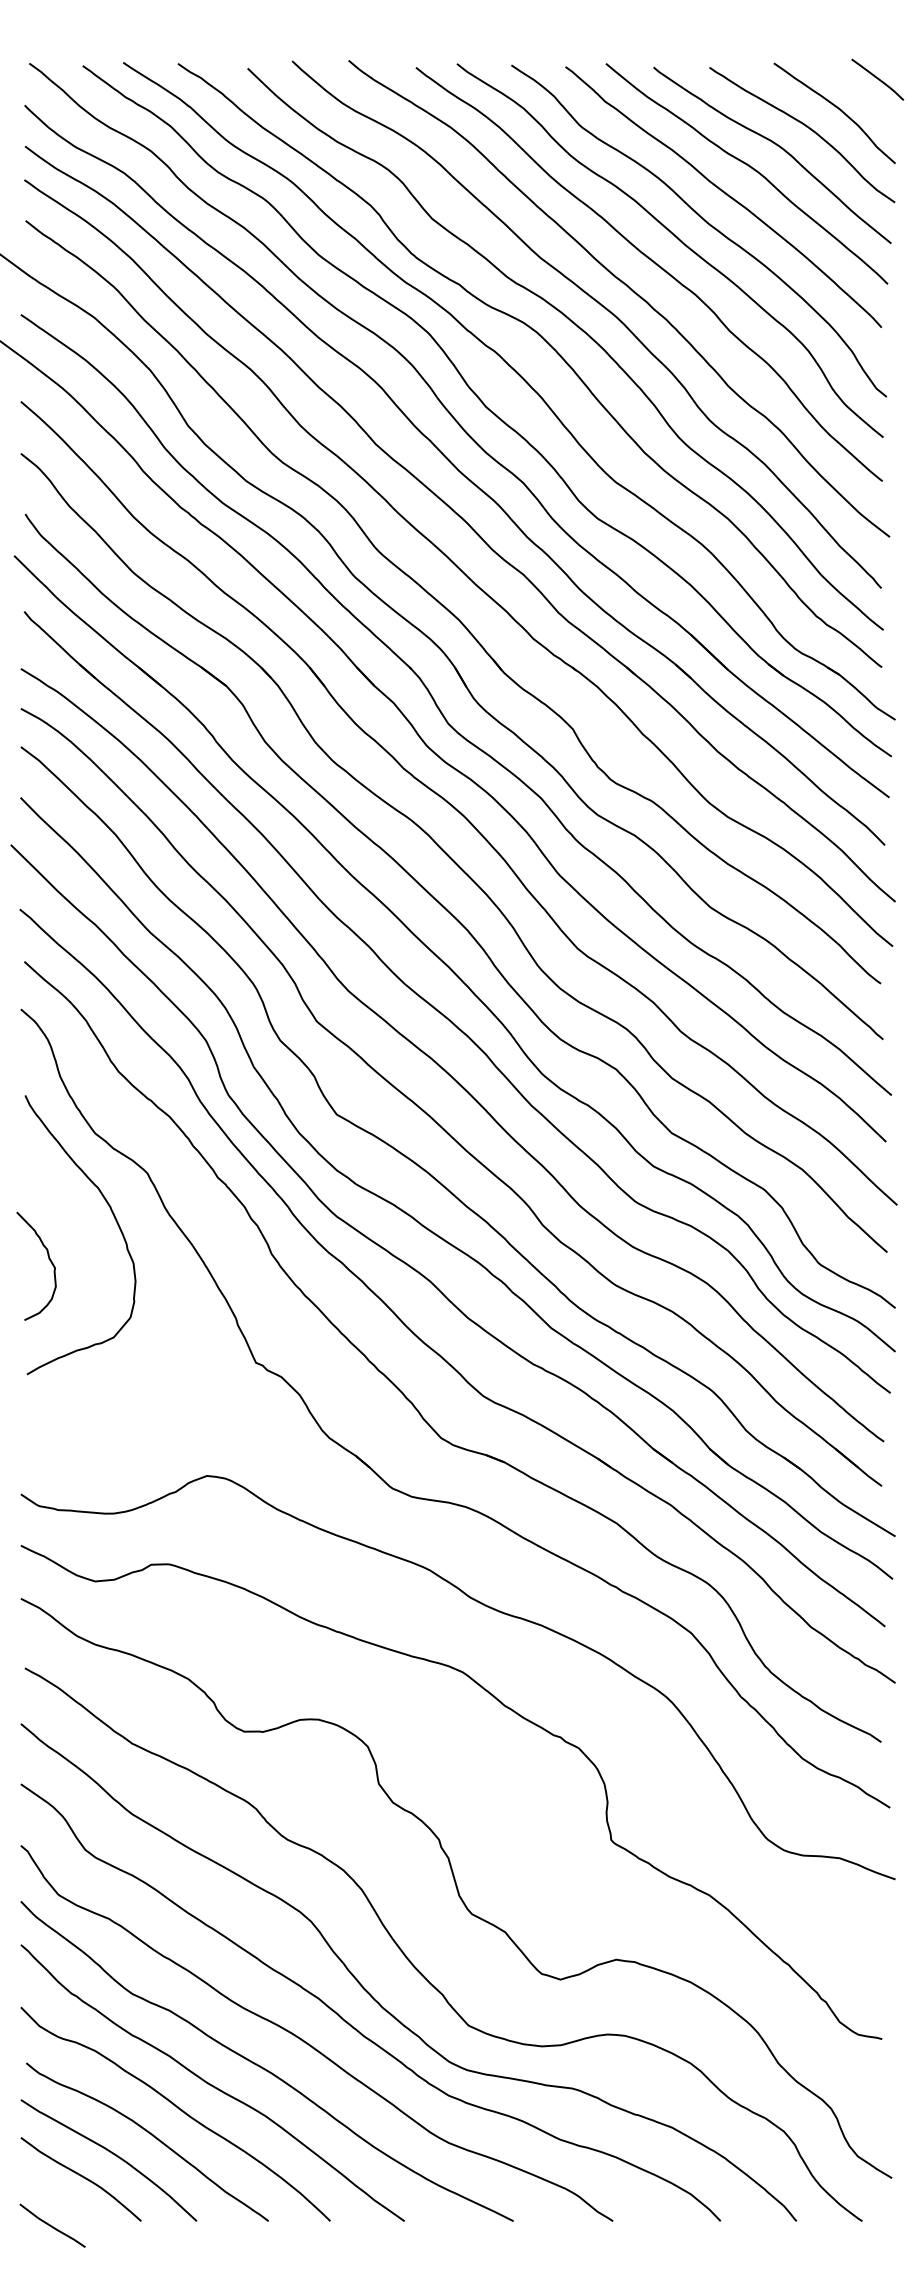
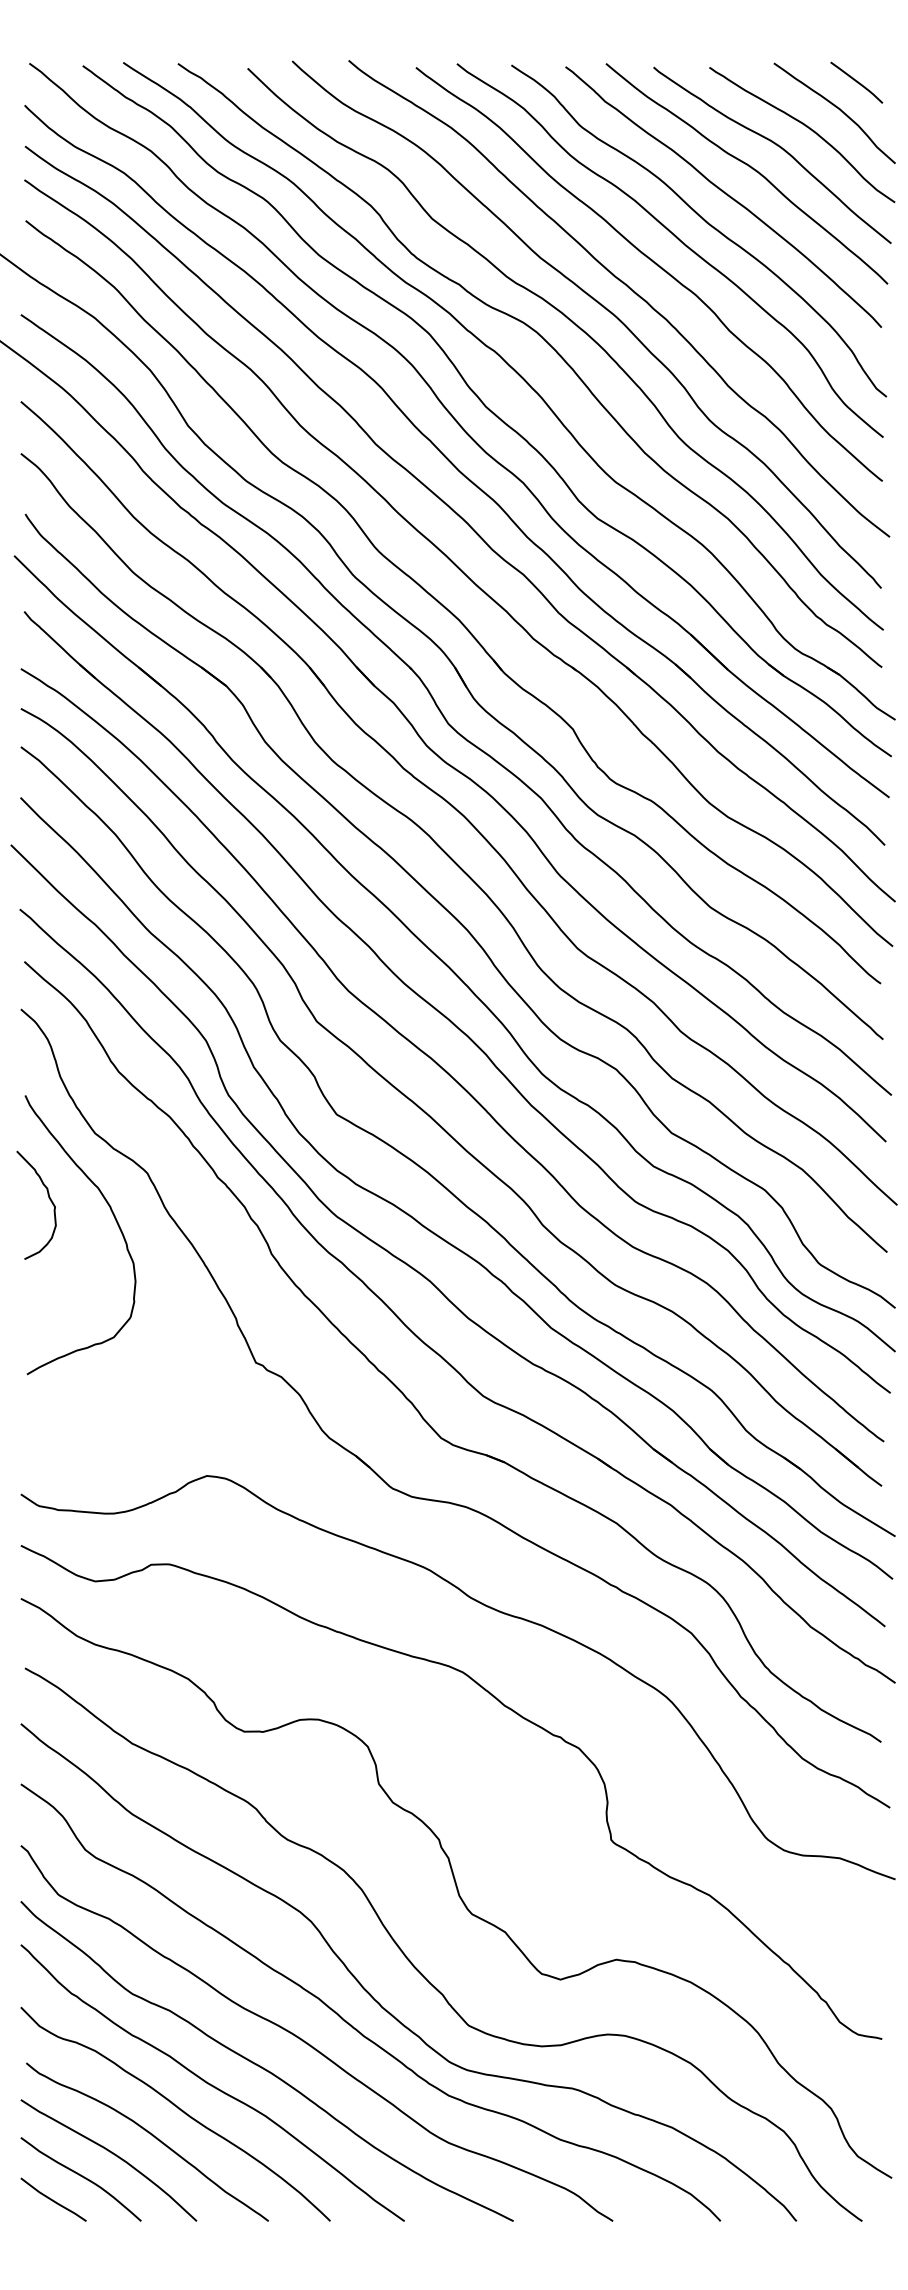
curve at (877, 79) position: (877, 79) -> (856, 82)
curve at (48, 1258) position: (48, 1258) -> (48, 1197)
curve at (52, 2225) position: (52, 2225) -> (53, 2199)
